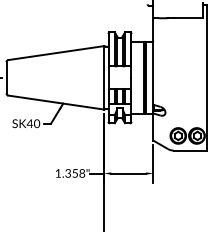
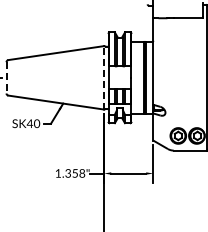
line at (6, 77): solid -> dashed
line at (104, 77): solid -> dashed
